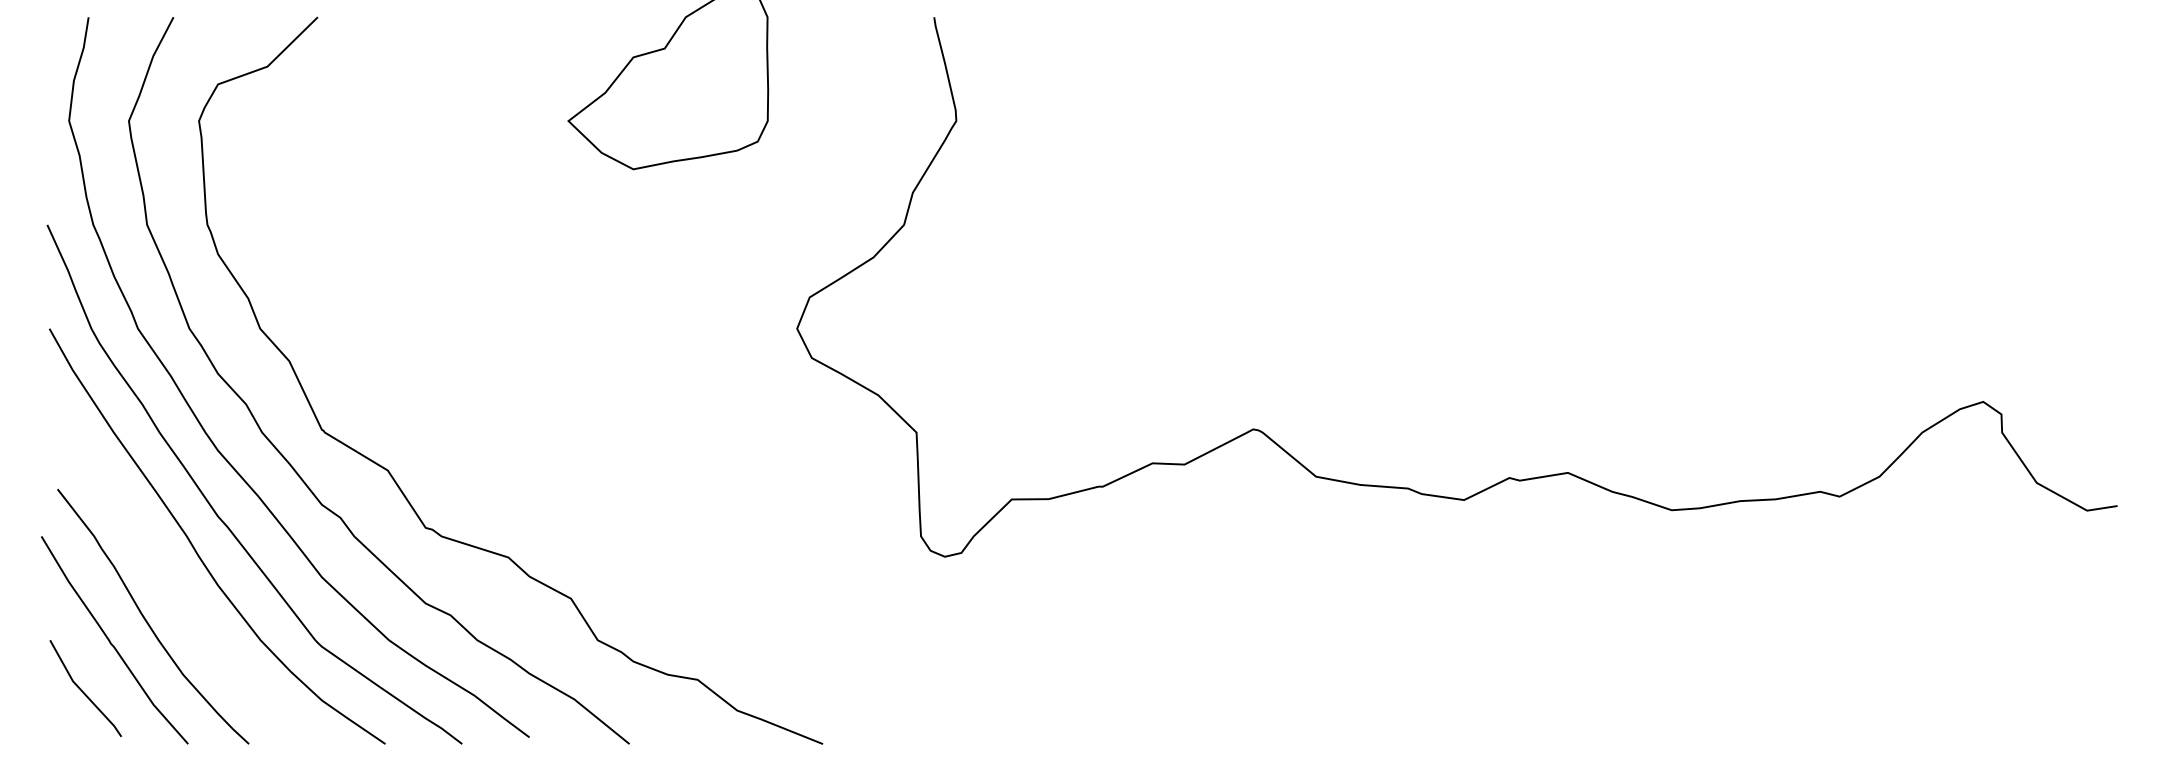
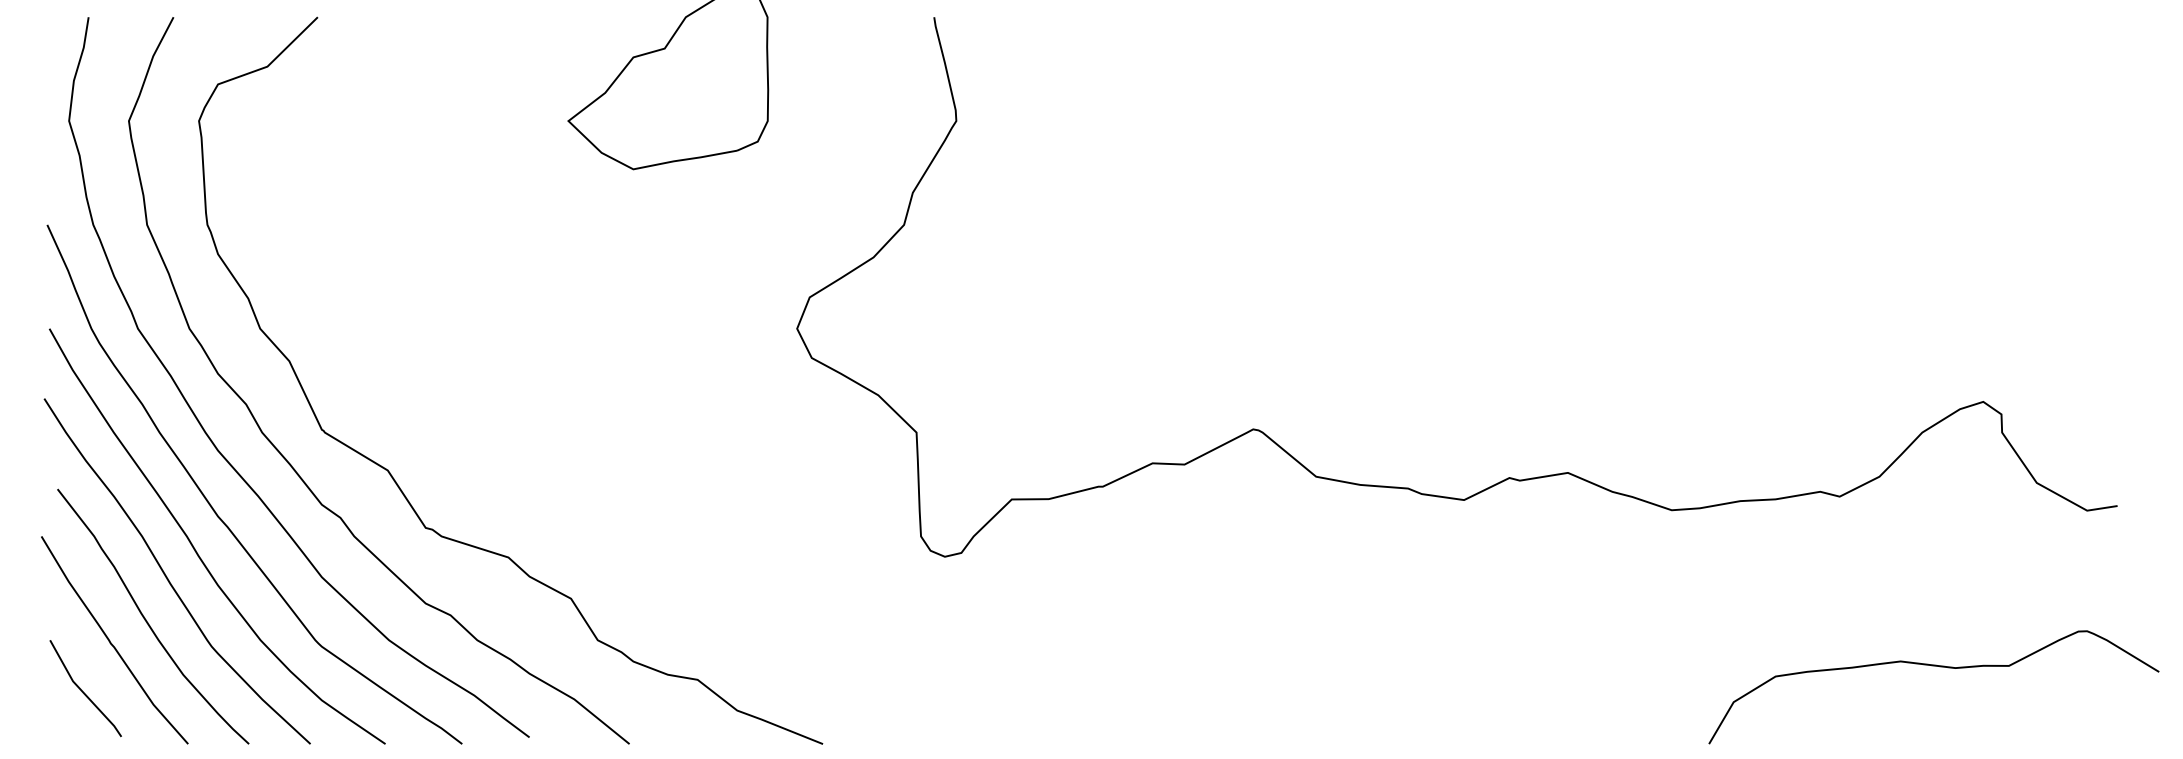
curve at (167, 576): none -> present
curve at (1939, 667): none -> present
